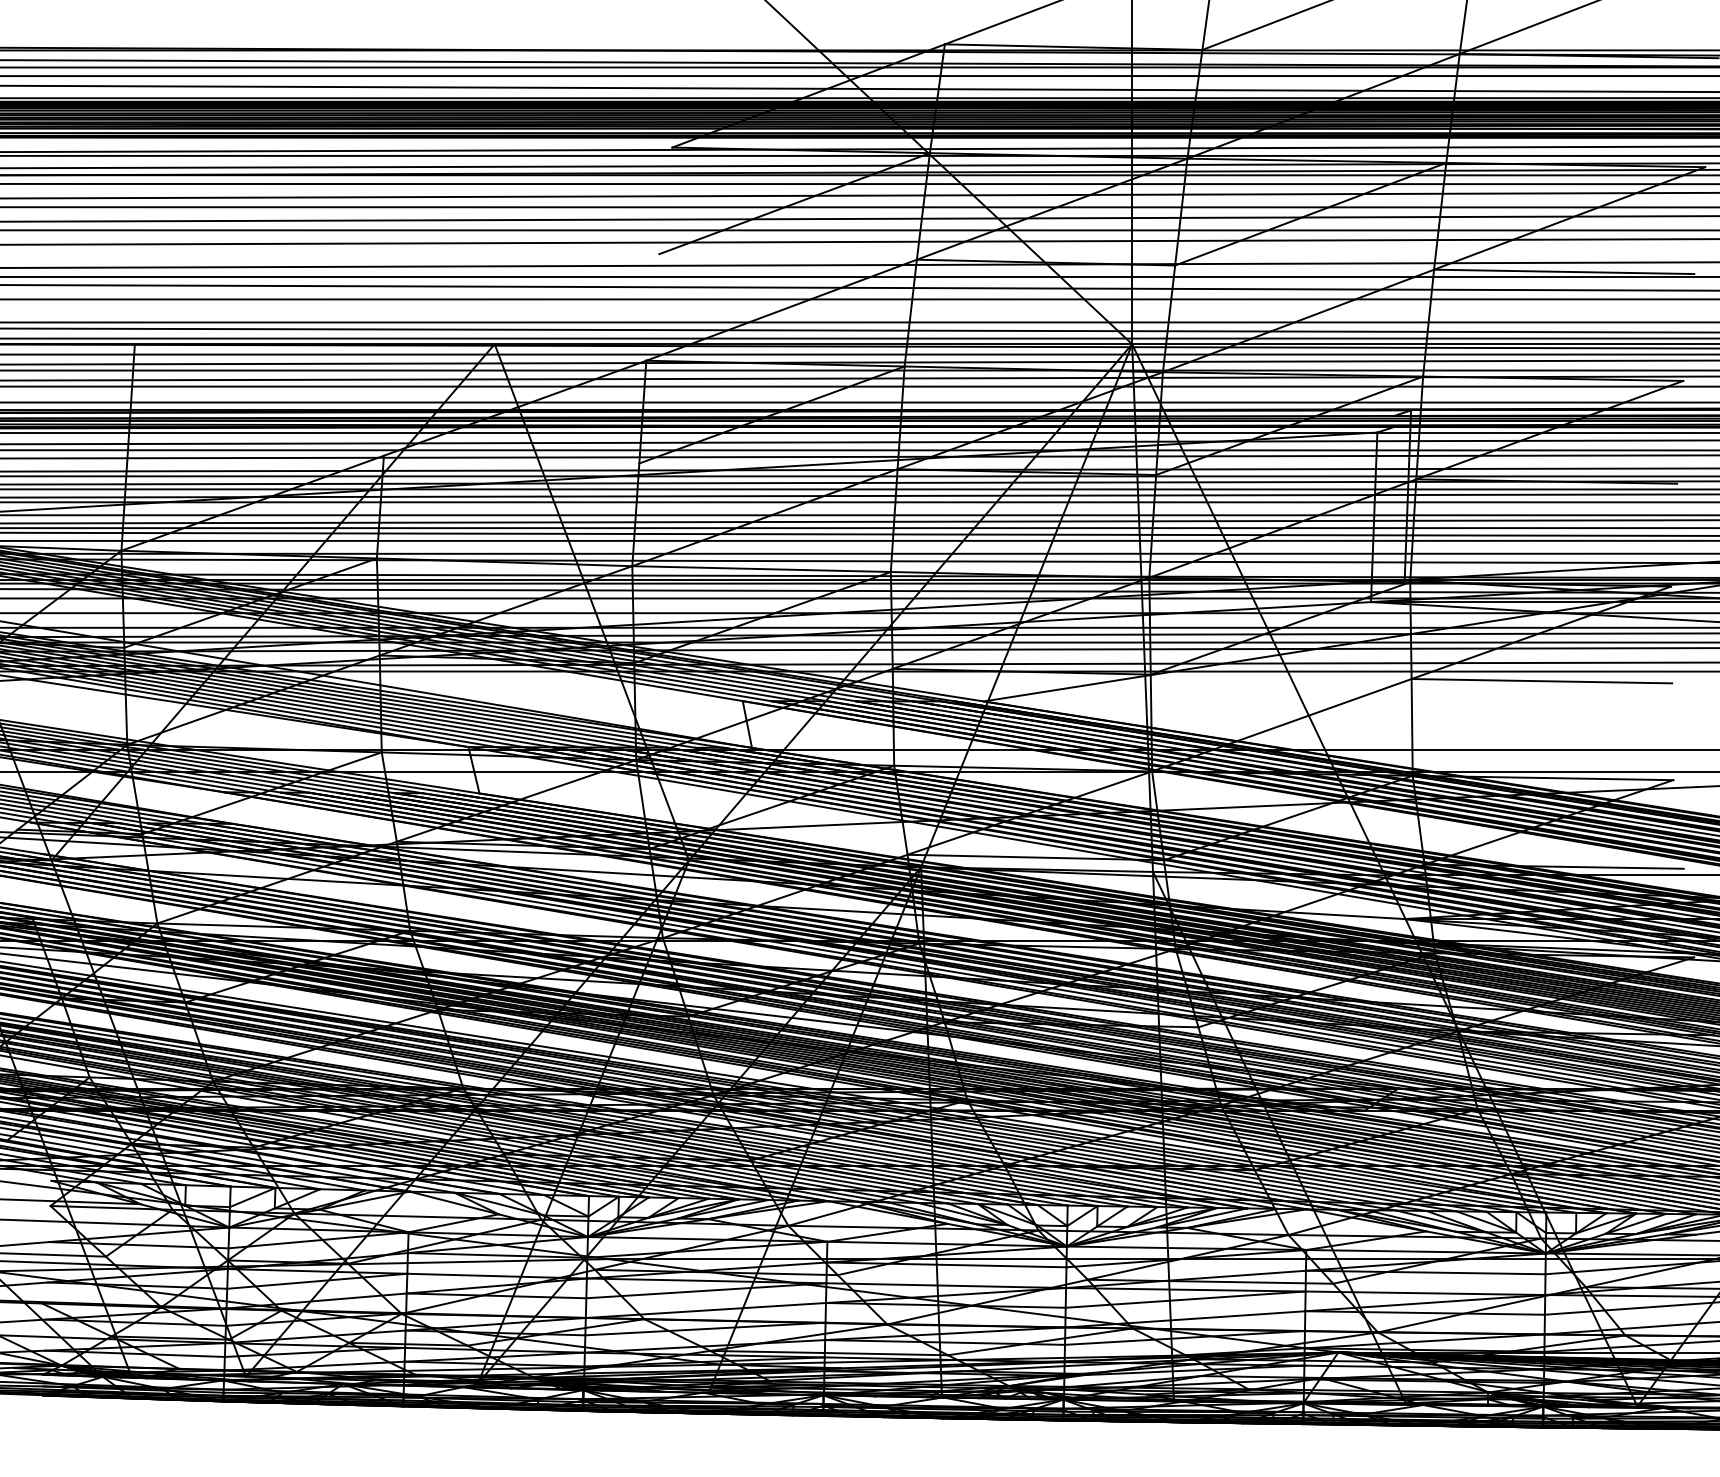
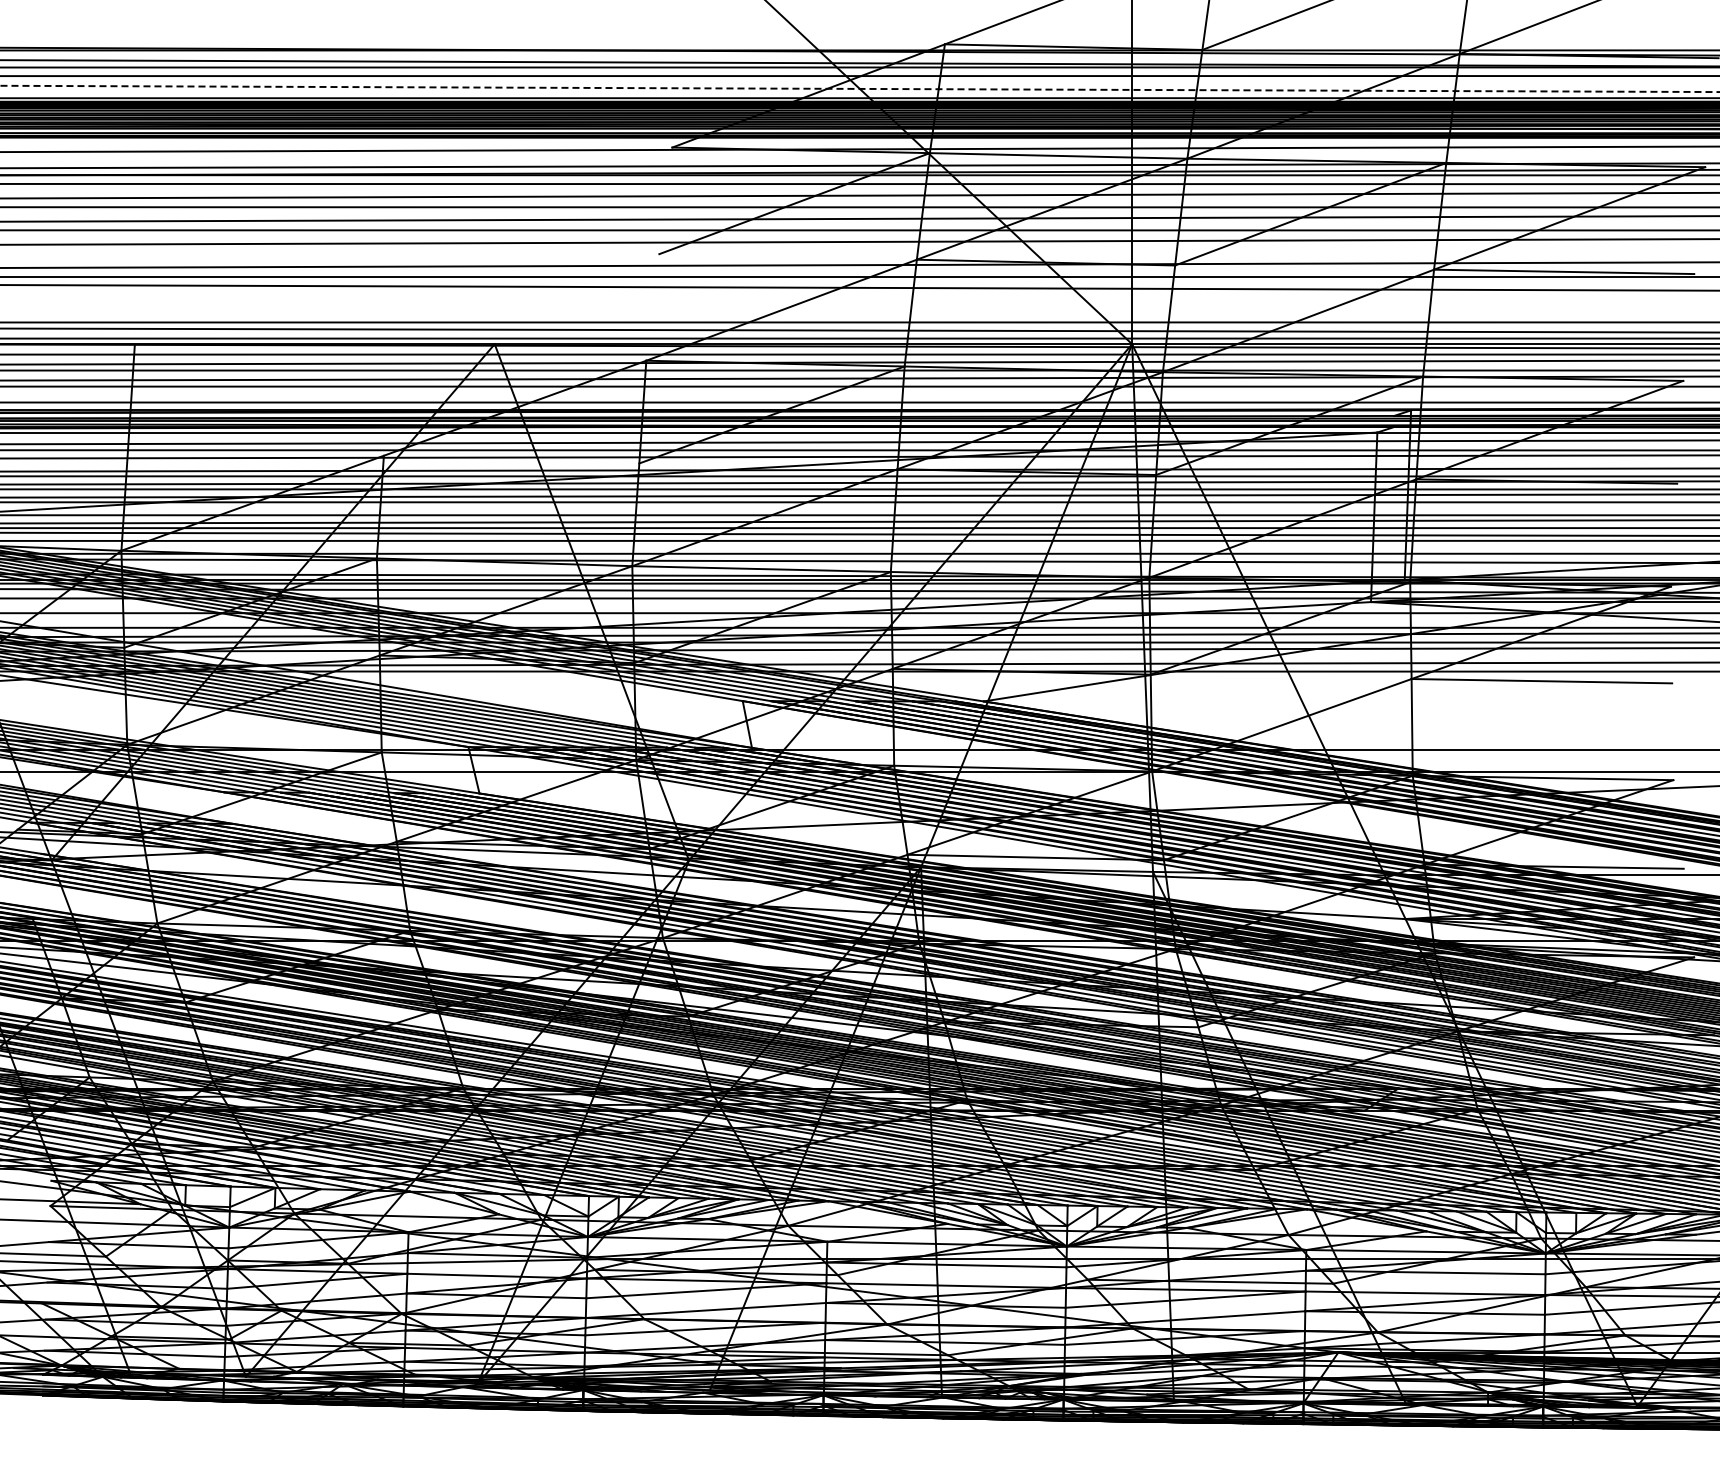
line at (860, 88): solid -> dashed
line at (859, 155): present -> none
line at (859, 299): present -> none
